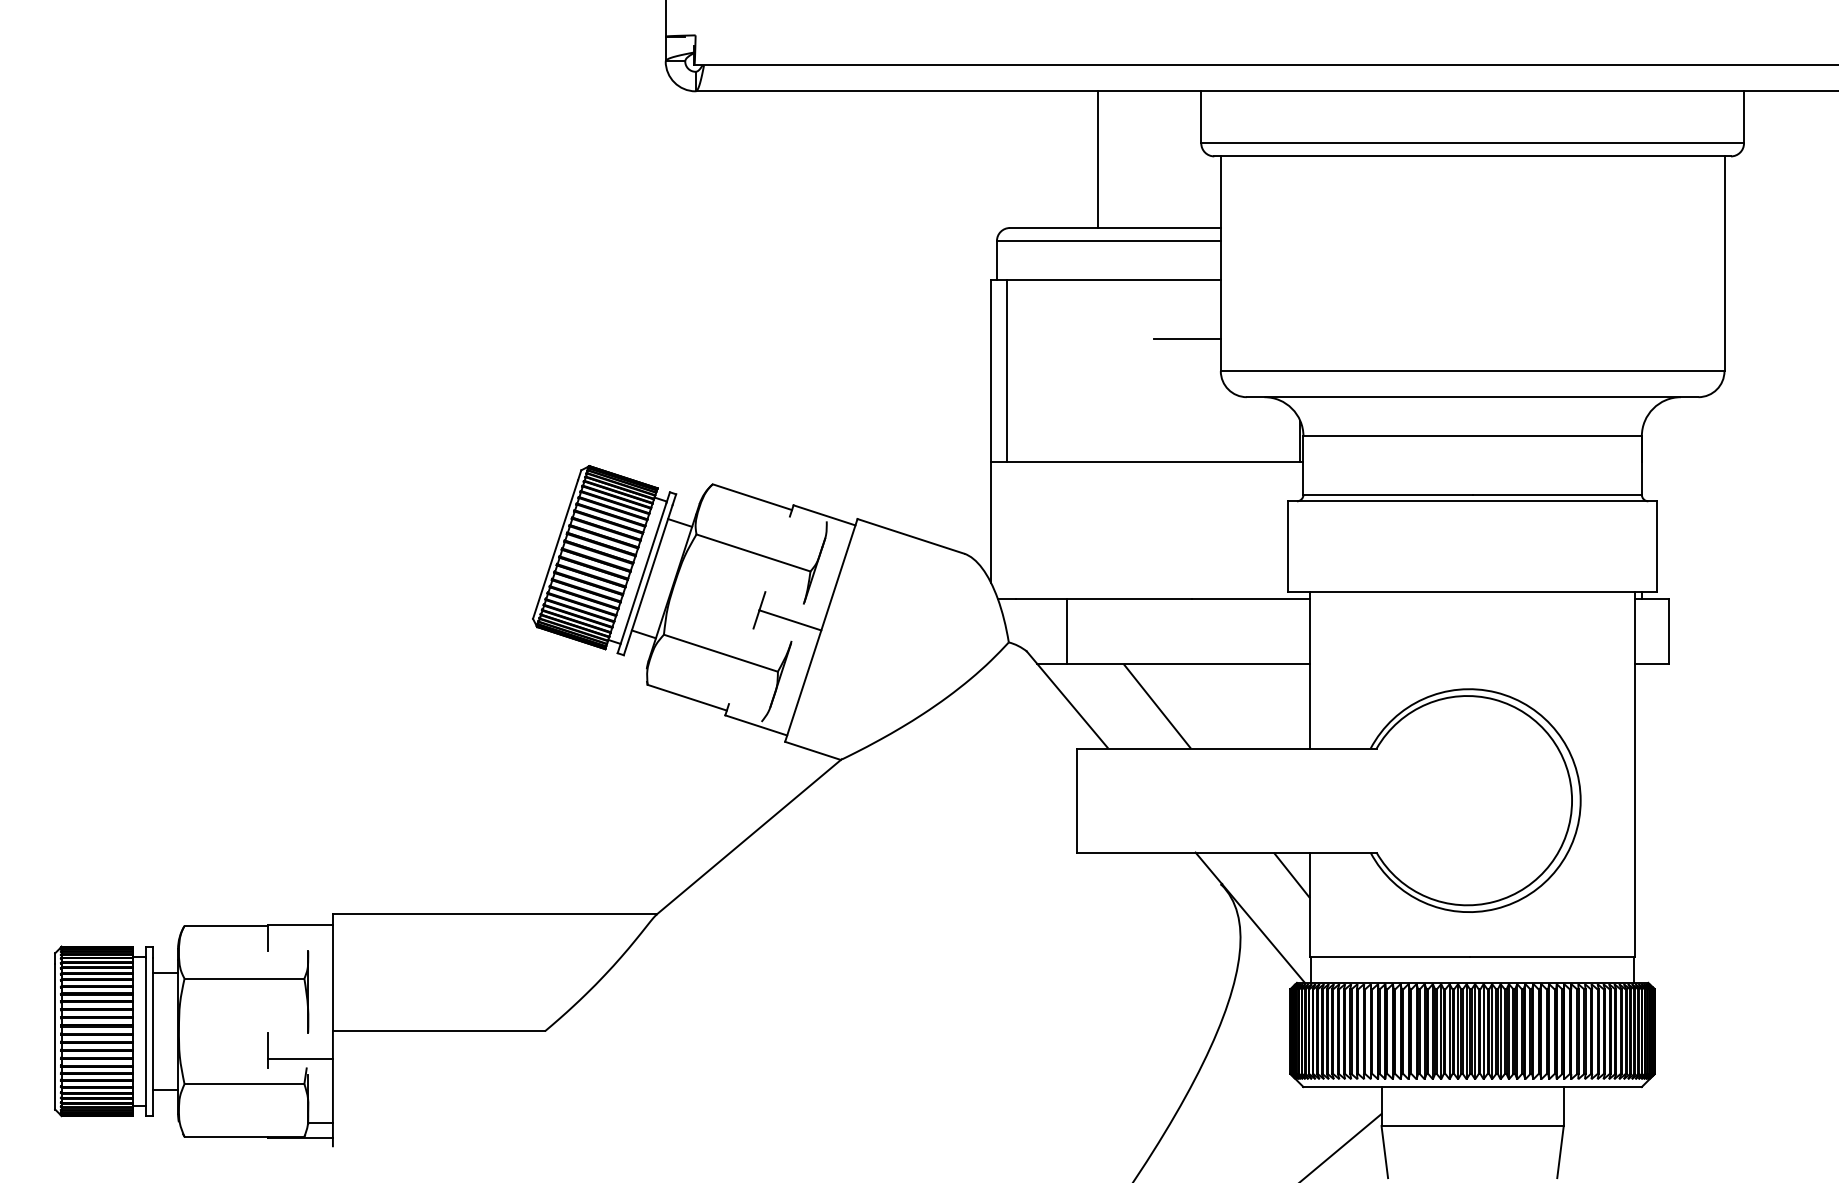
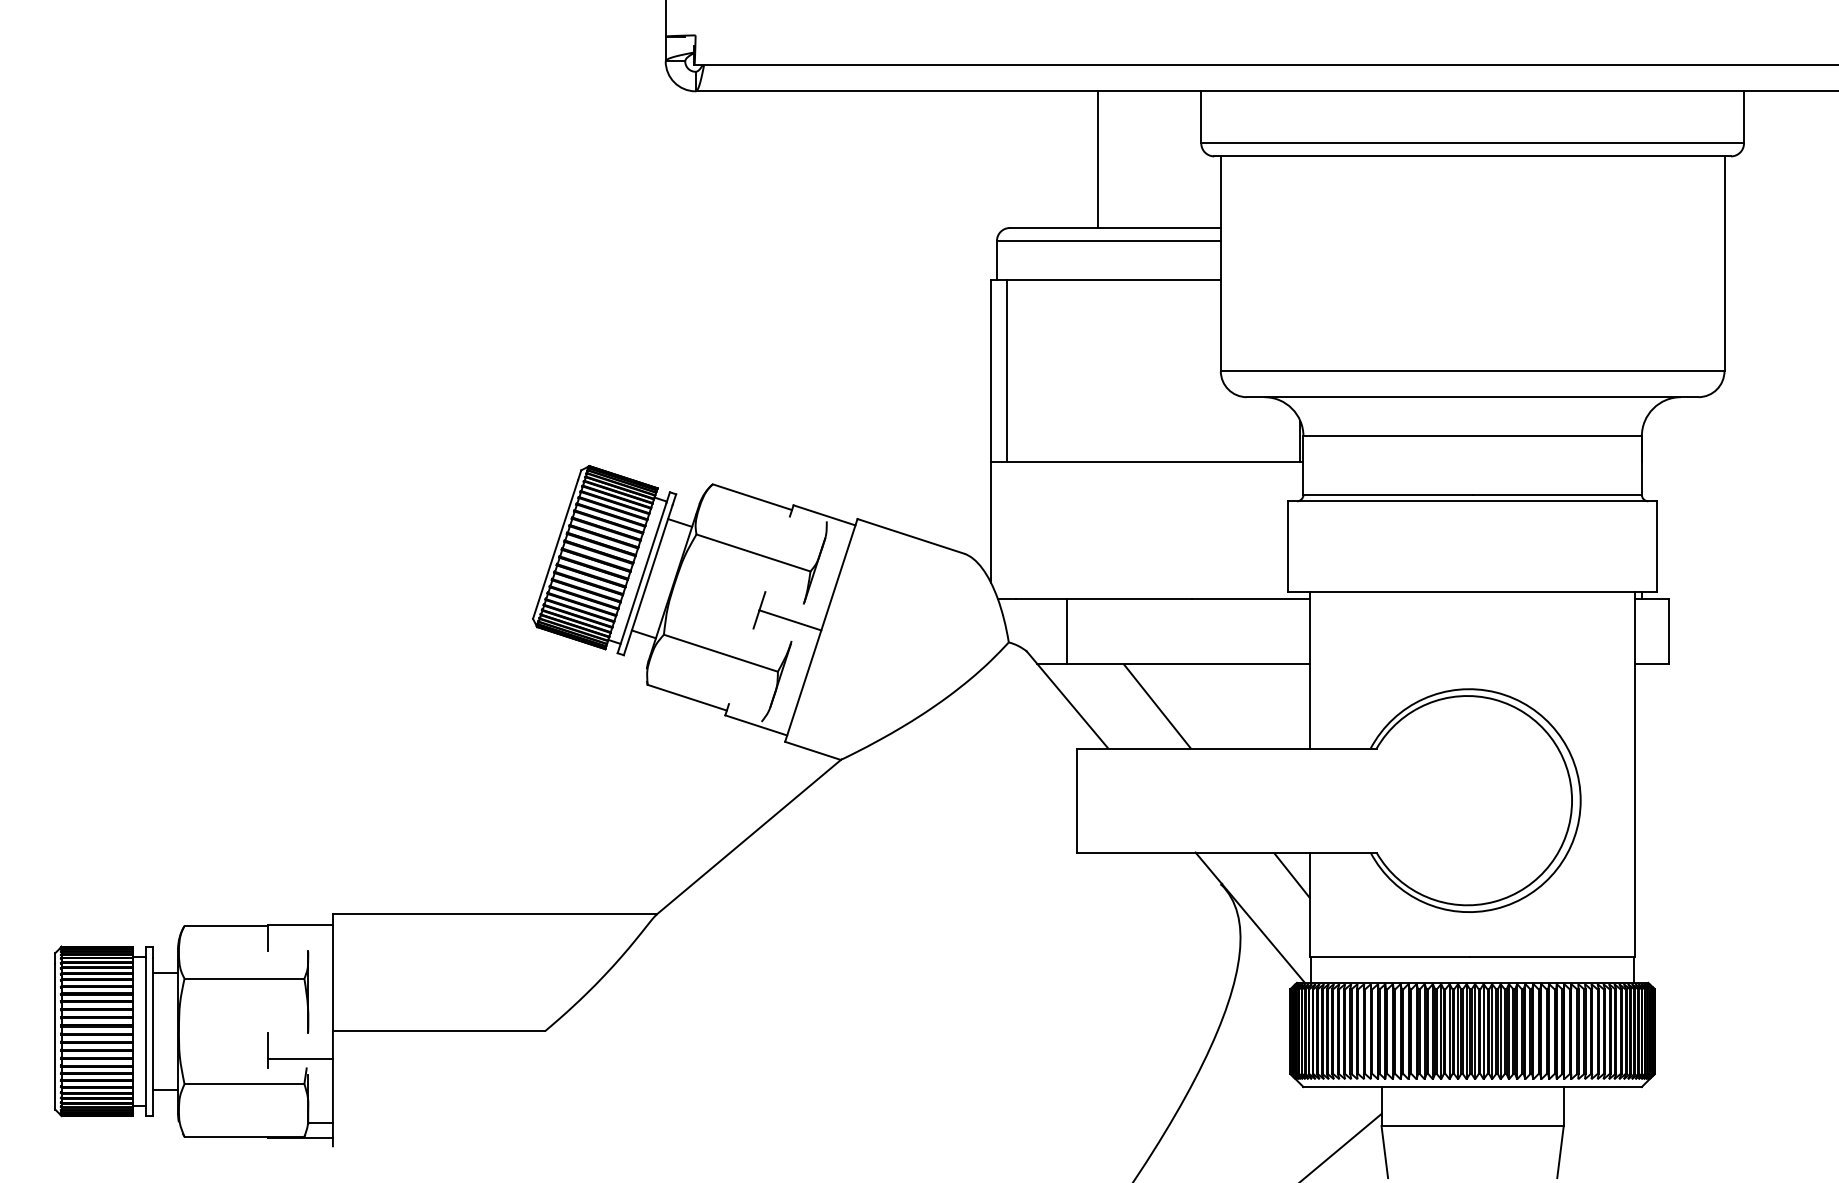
line at (1186, 338): present -> none
